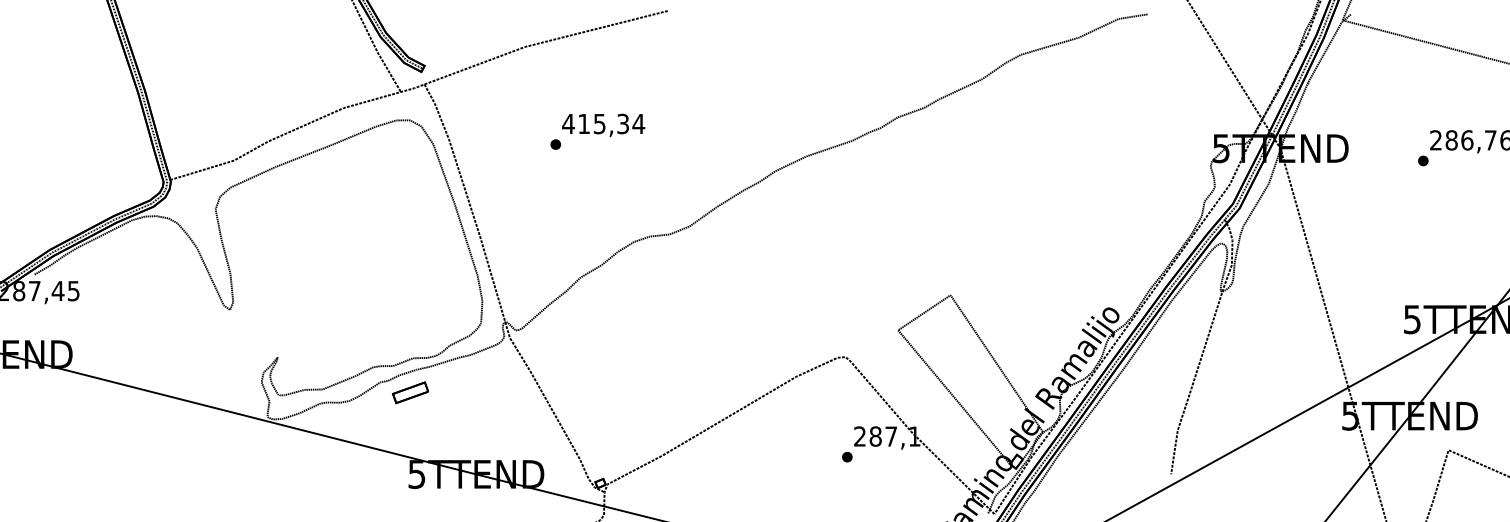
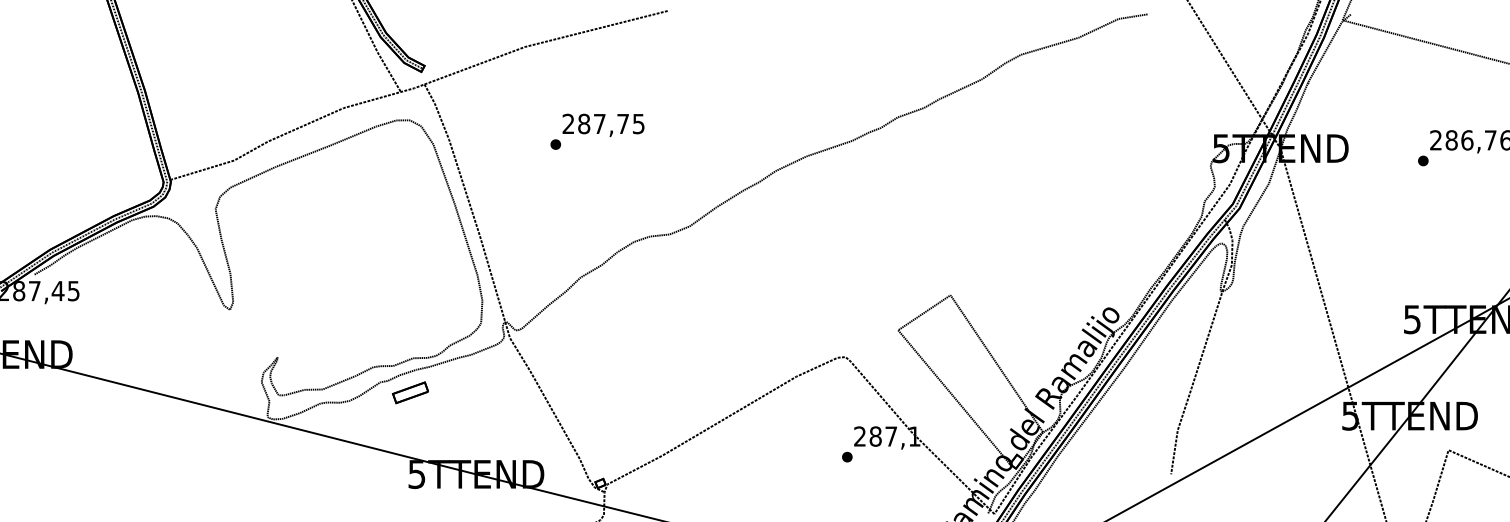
text at (603, 123): 415,34 -> 287,75
